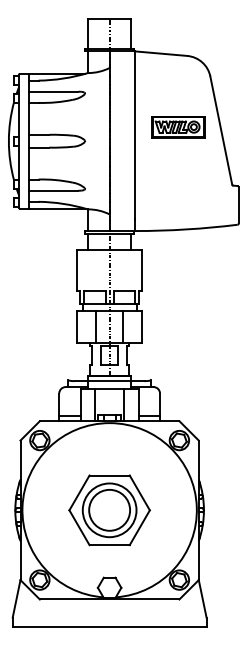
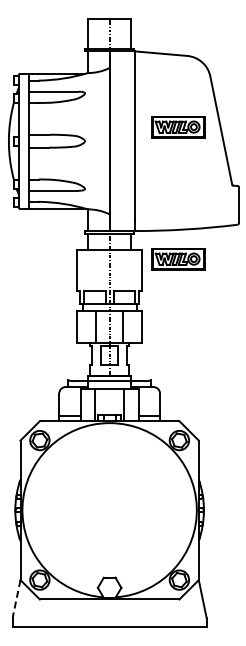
part at (178, 259): none -> present
part at (109, 510): present -> none
line at (16, 599): solid -> dashed
